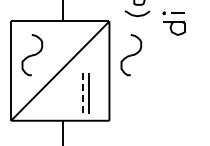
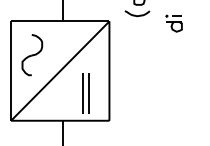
part at (173, 23) size: 24x25 px -> 18x19 px
part at (131, 55): present -> none
line at (82, 93): dashed -> solid
